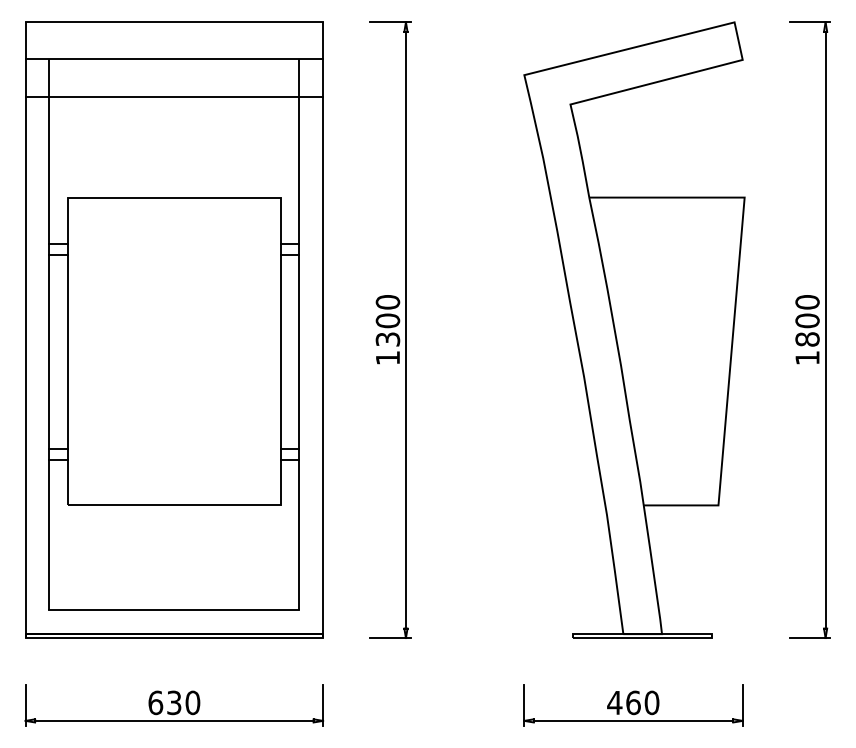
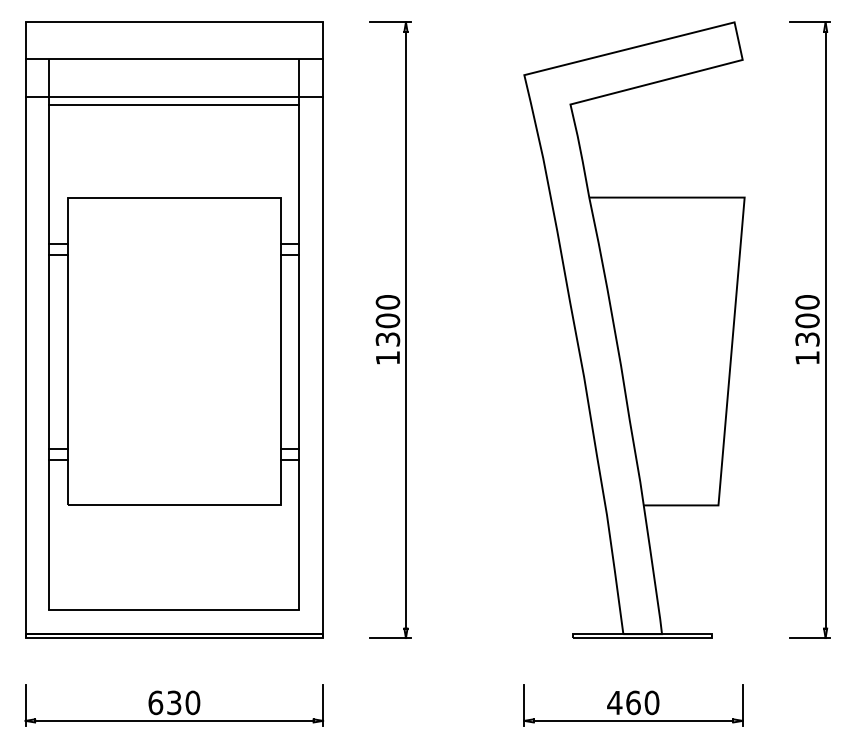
line at (174, 104): none -> present
text at (807, 339): 1800 -> 1300
